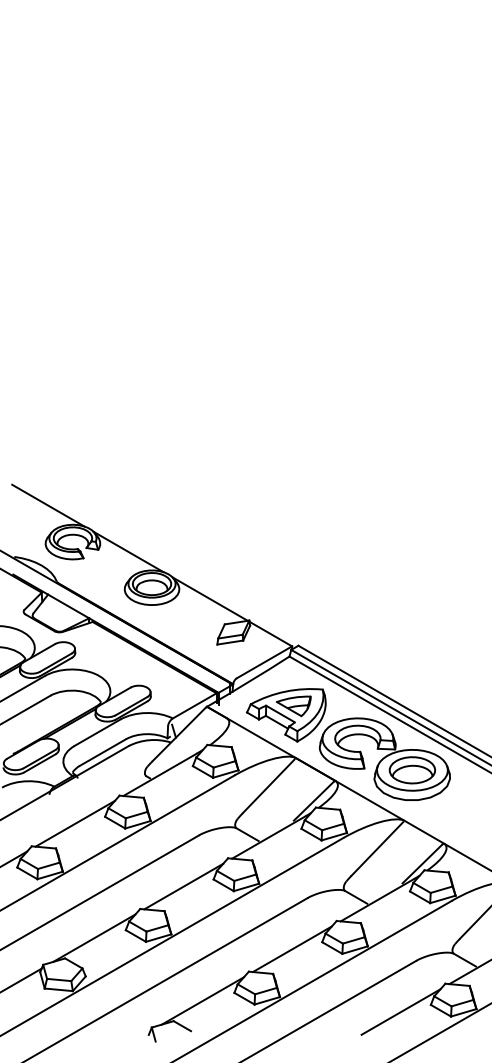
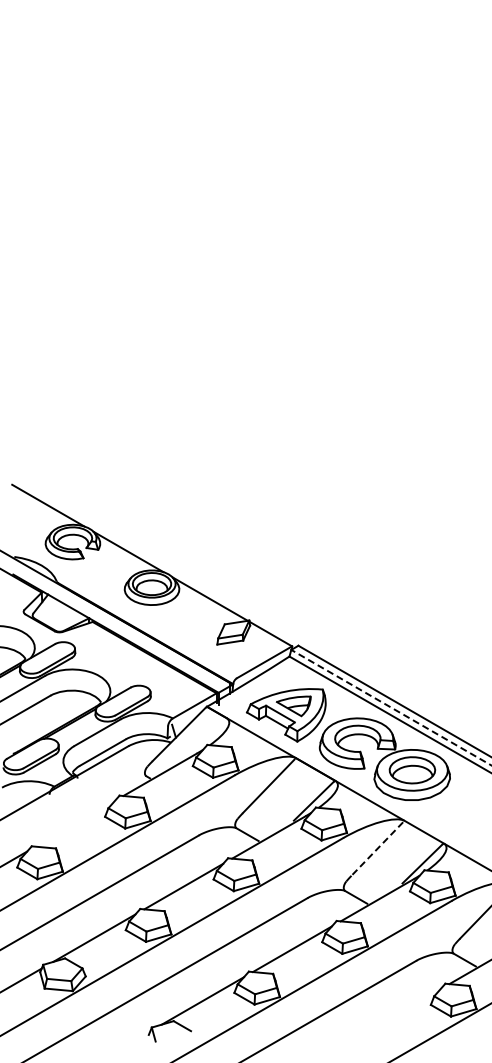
line at (390, 707): solid -> dashed
line at (74, 823): present -> none
line at (376, 849): solid -> dashed
line at (400, 1011): present -> none
